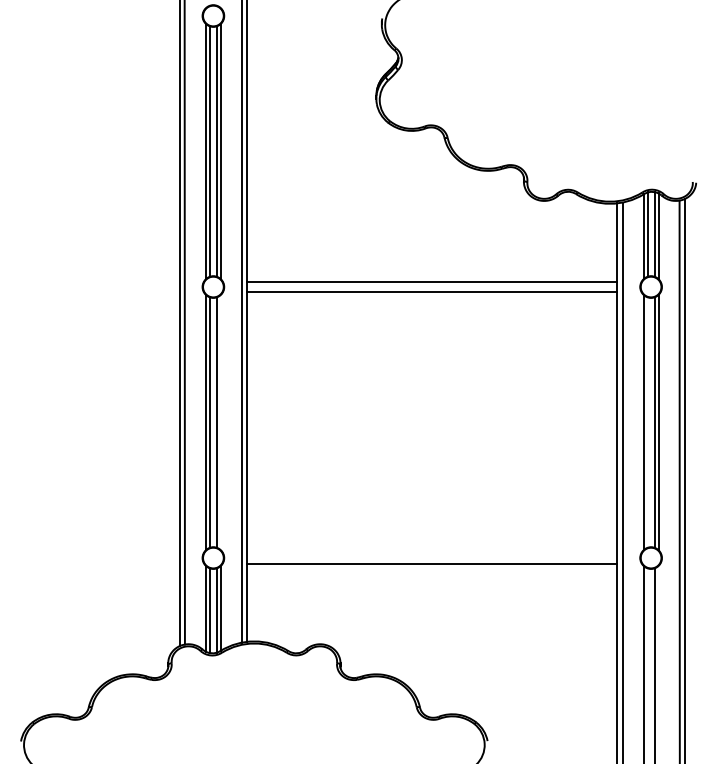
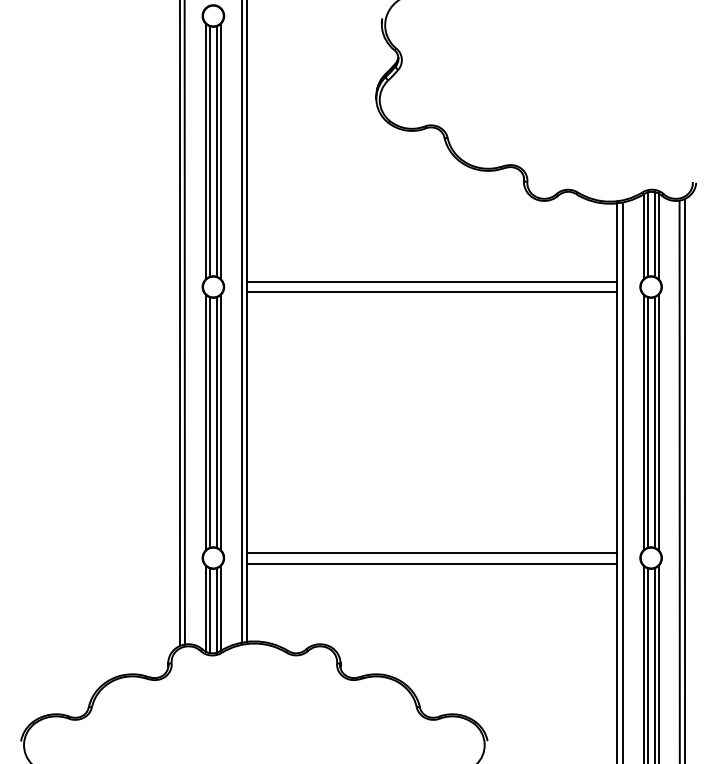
line at (220, 422): none -> present
line at (647, 422): none -> present
line at (432, 552): none -> present
line at (658, 663): none -> present
line at (647, 664): none -> present
